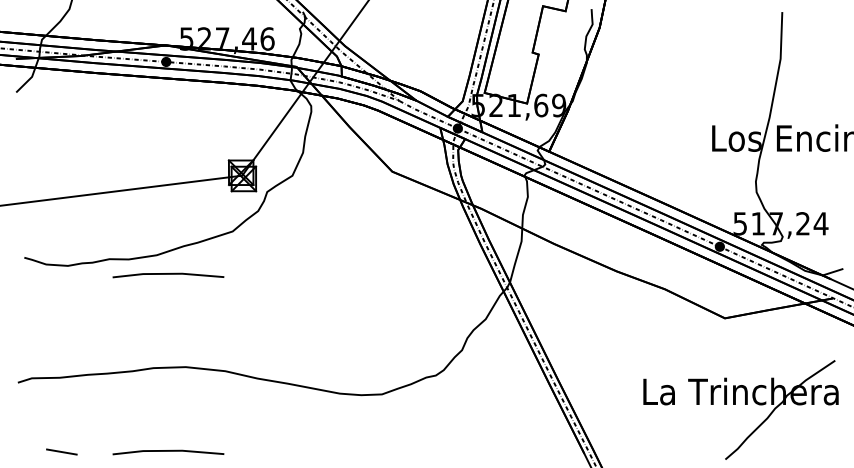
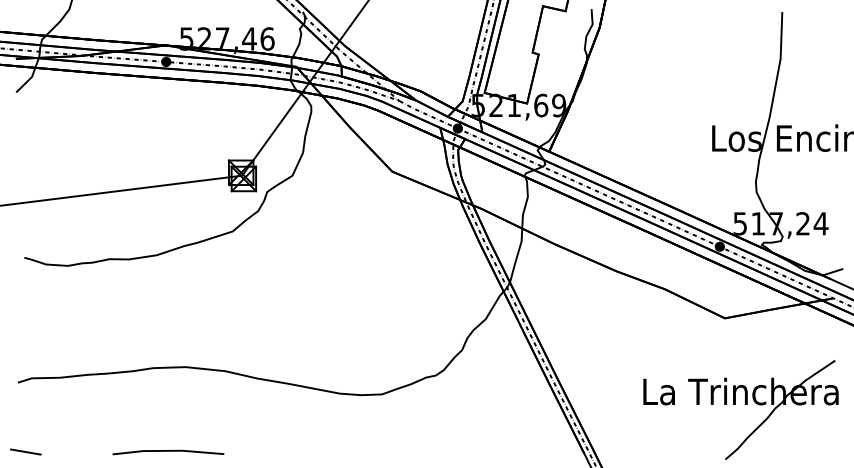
line at (168, 274): present -> none
line at (61, 451) position: (61, 451) -> (25, 451)
